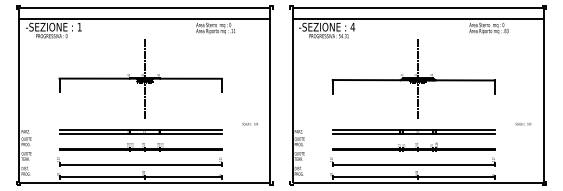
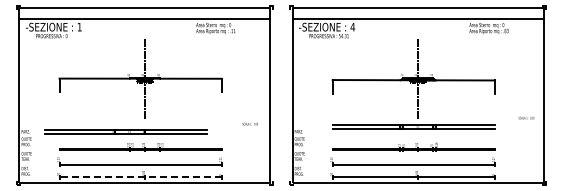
text at (523, 123) position: (523, 123) -> (526, 117)
part at (140, 131) position: (140, 131) -> (125, 131)
part at (413, 131) position: (413, 131) -> (413, 126)
line at (140, 177): solid -> dashed
